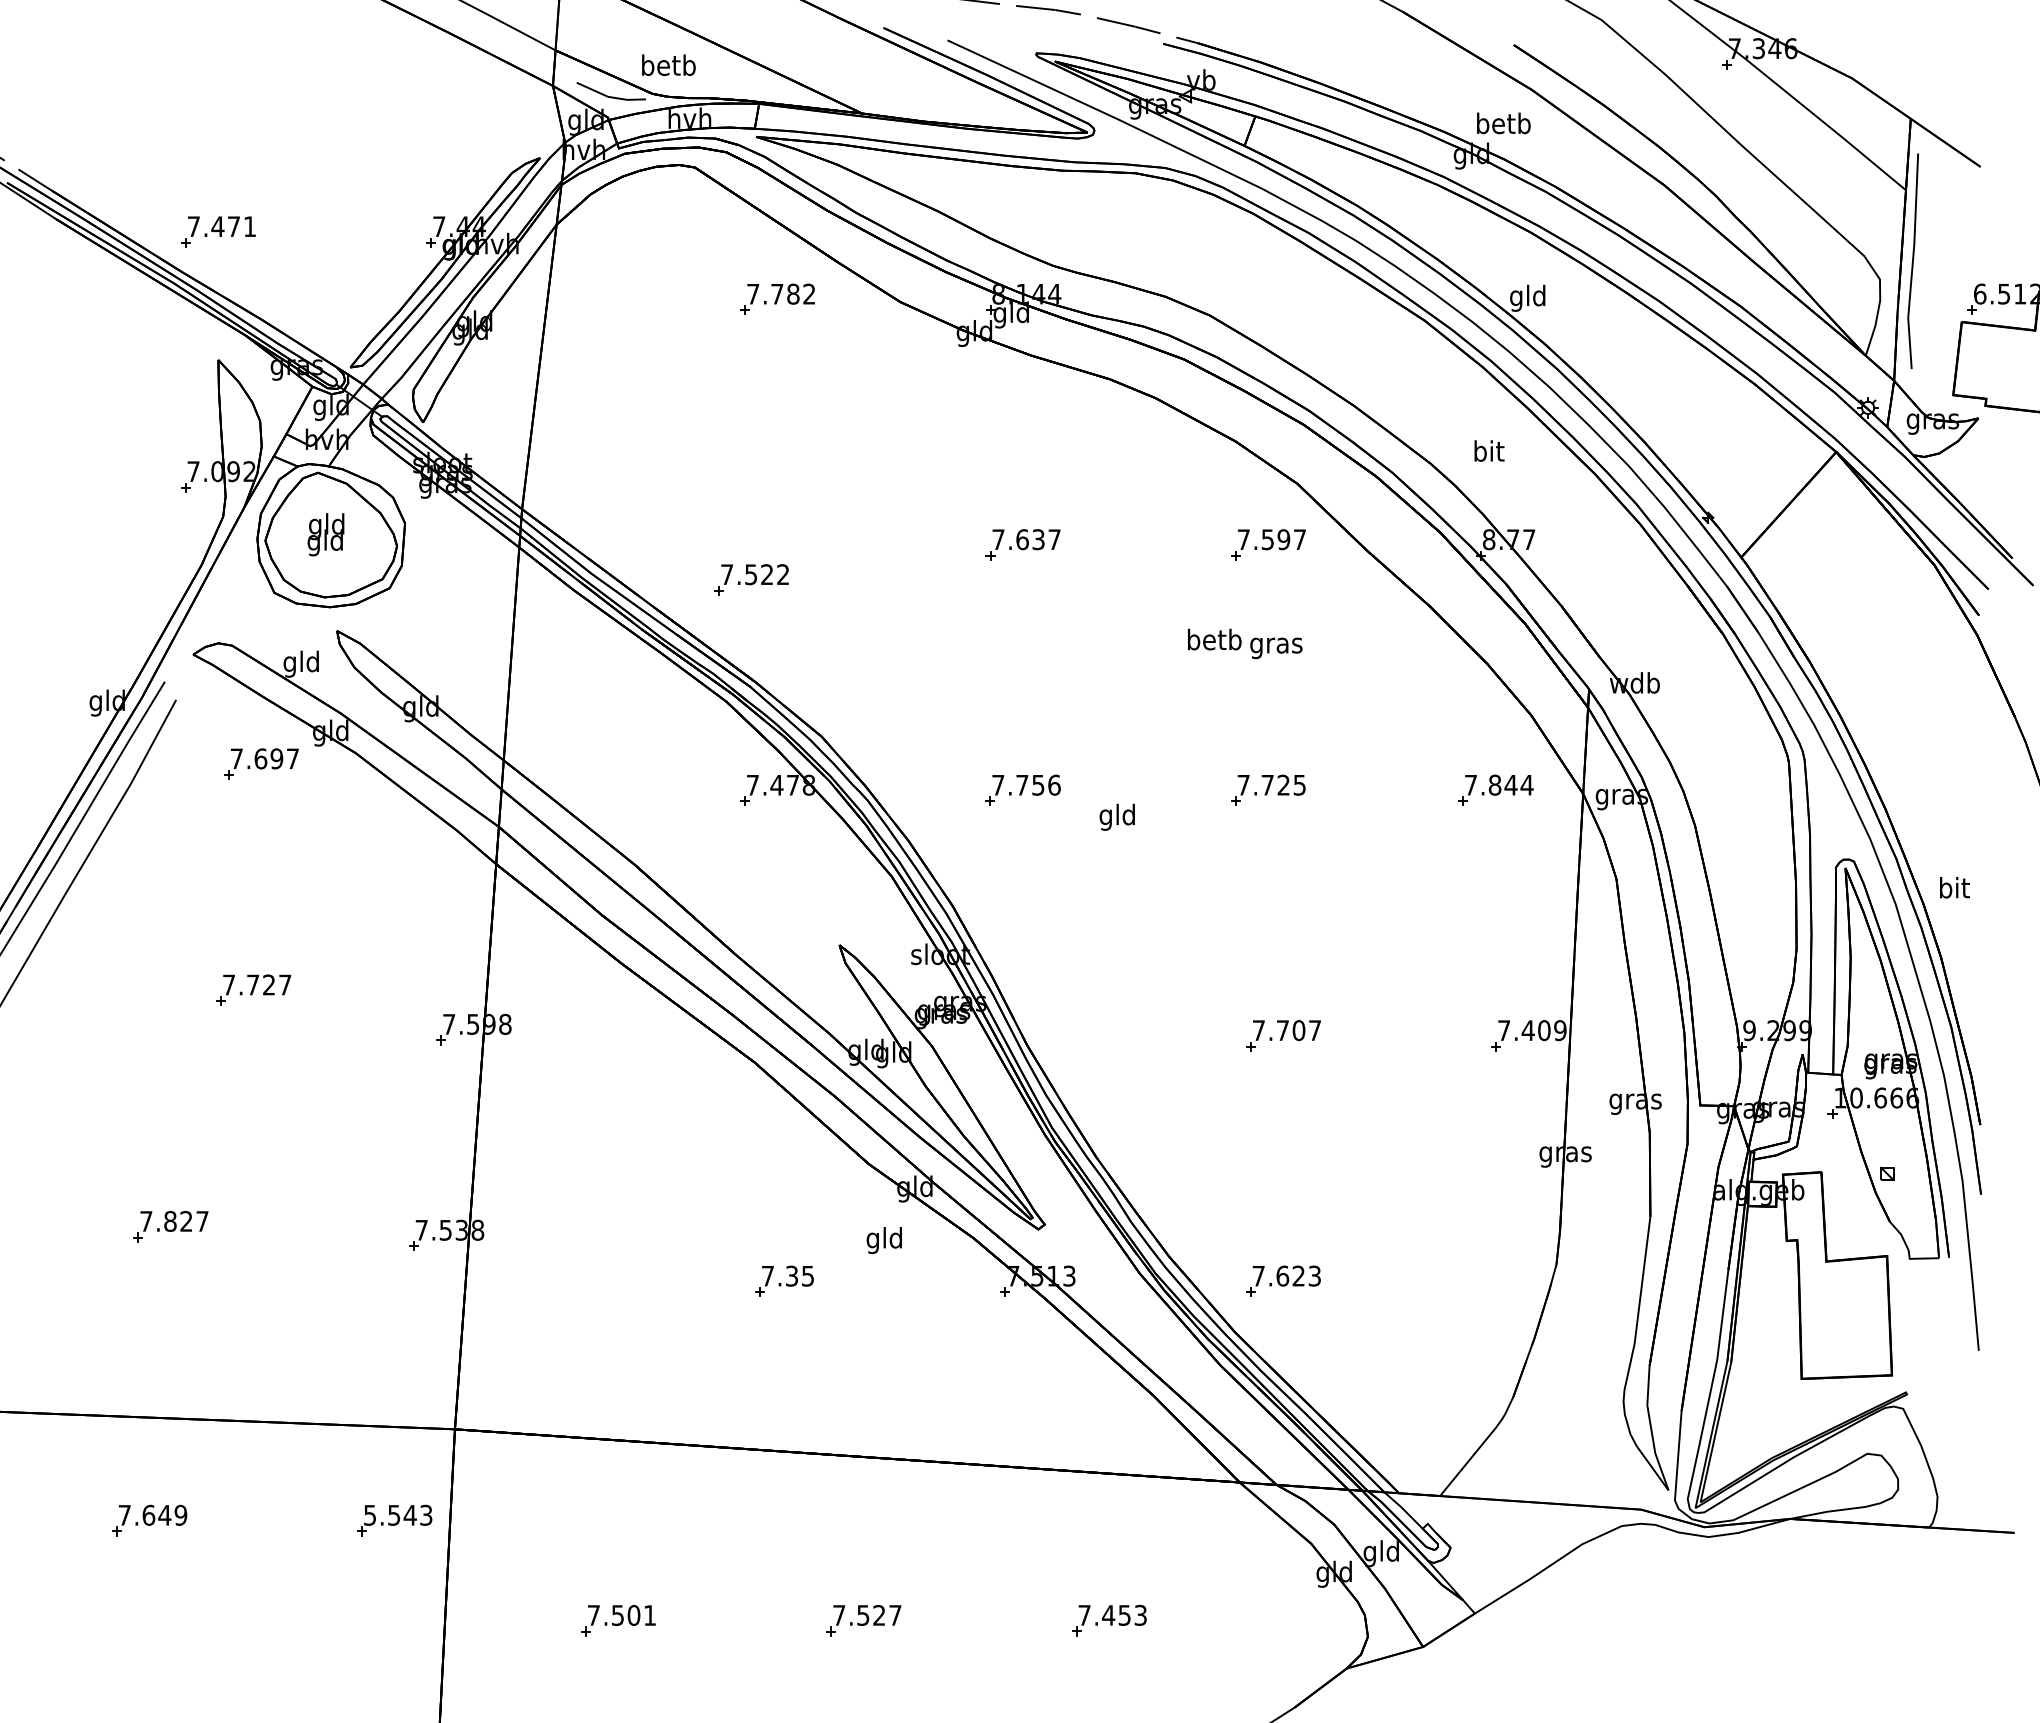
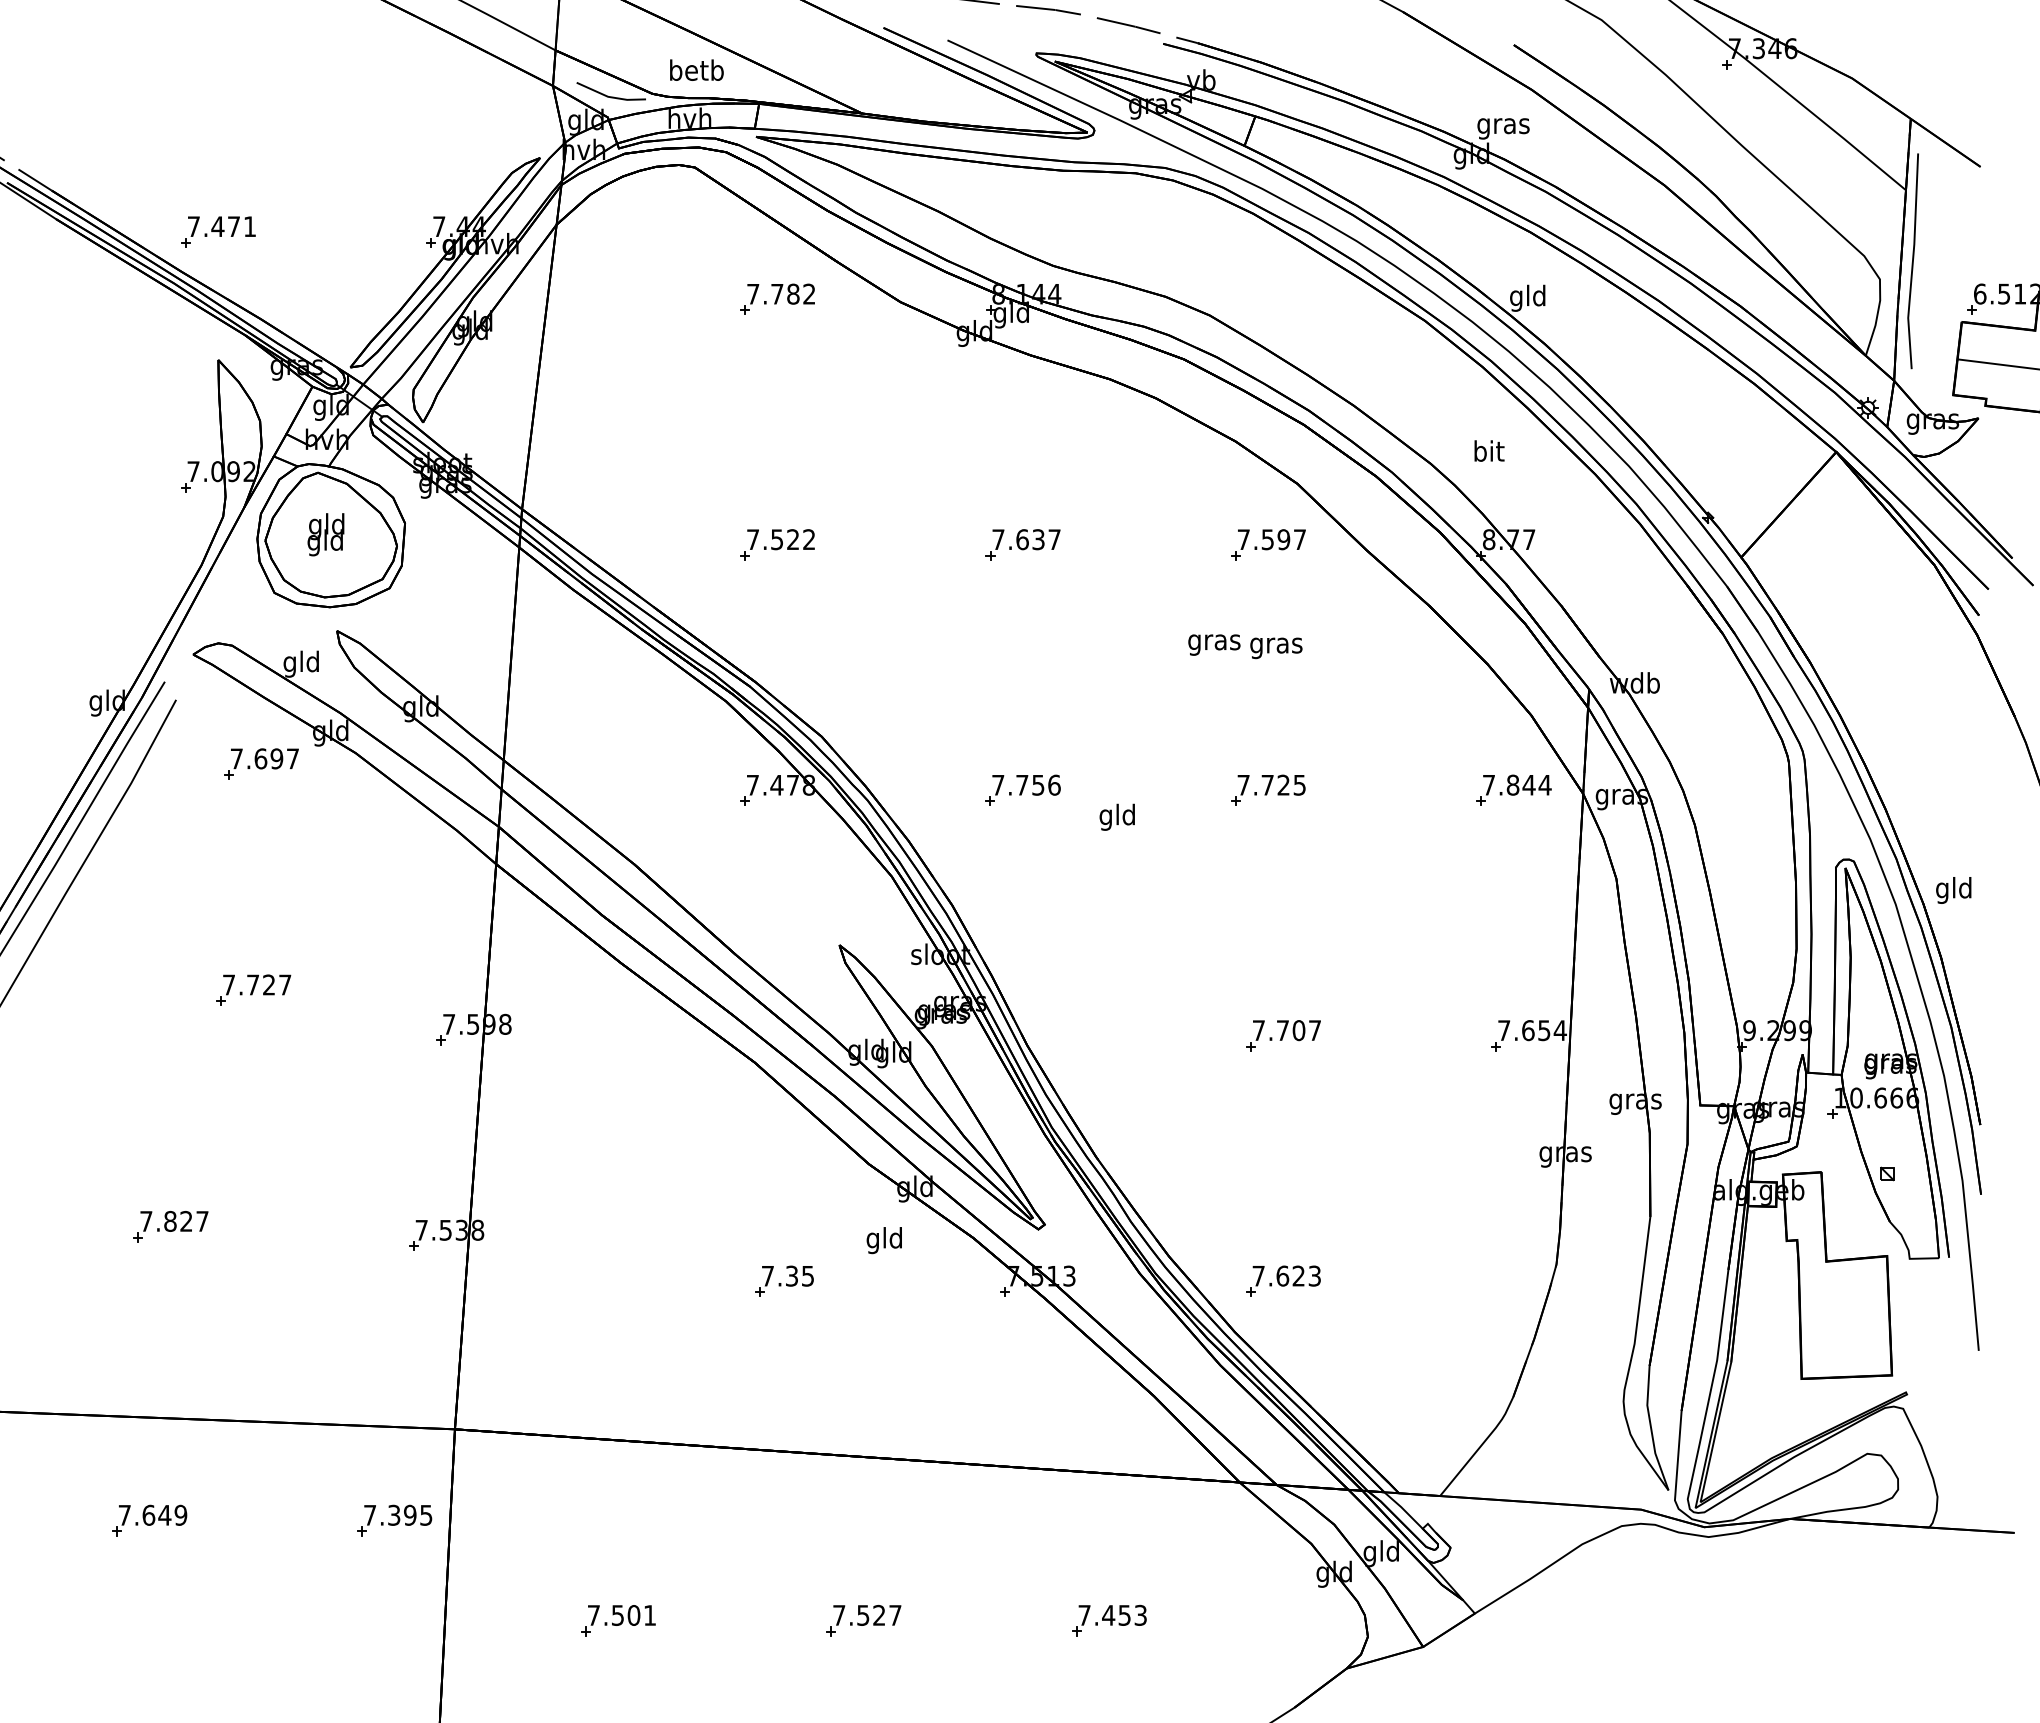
text at (668, 64) position: (668, 64) -> (696, 69)
text at (1503, 125): betb -> gras
line at (1997, 364): none -> present
part at (751, 579) position: (751, 579) -> (777, 544)
text at (1214, 641): betb -> gras
part at (1495, 789) position: (1495, 789) -> (1513, 789)
text at (1953, 890): bit -> gld
text at (1543, 1030): 7.409 -> 7.654
text at (398, 1514): 5.543 -> 7.395
